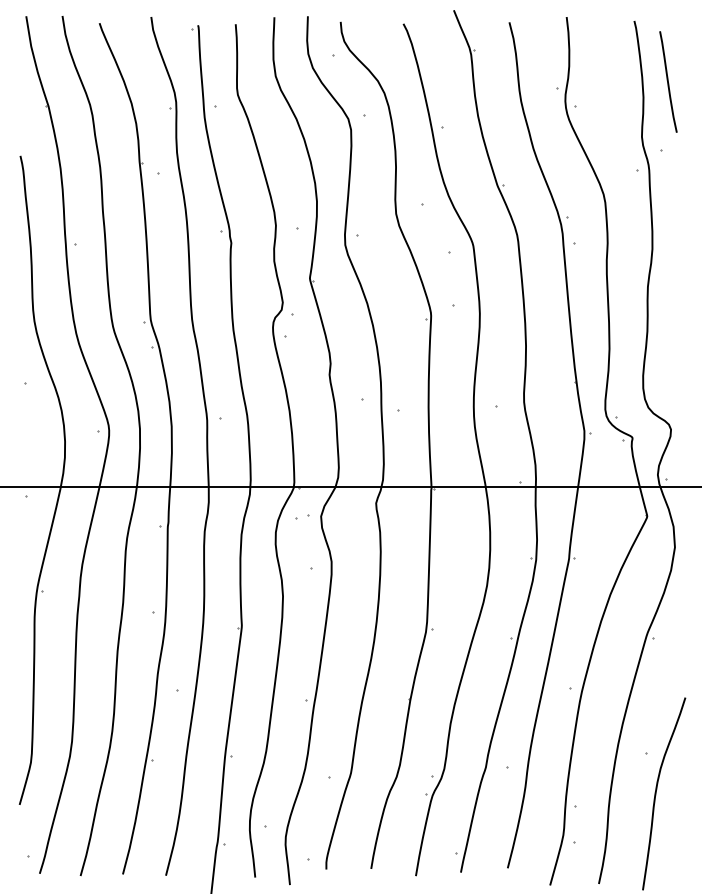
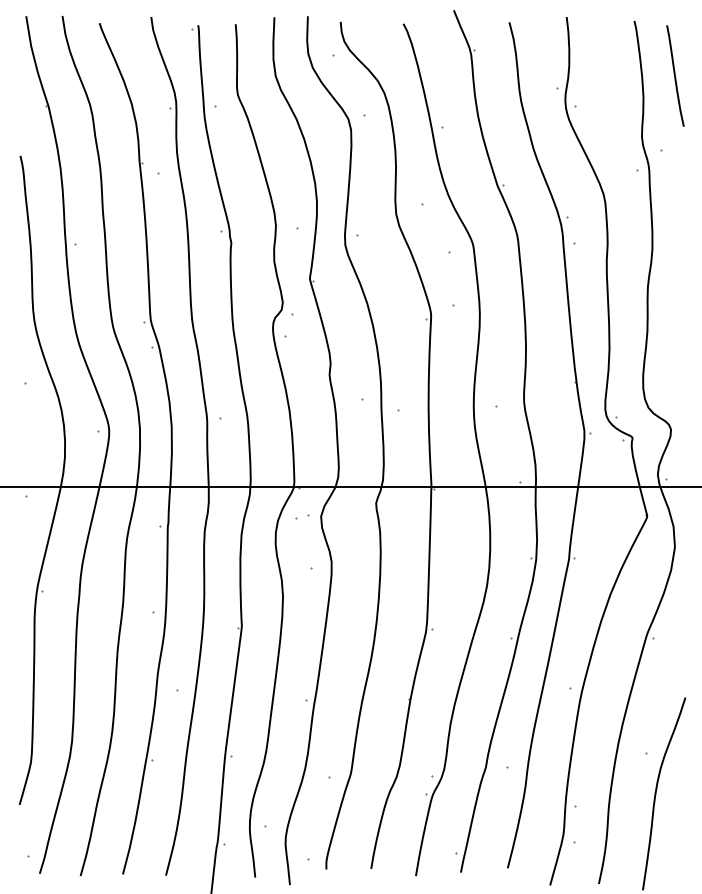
curve at (668, 81) position: (668, 81) -> (675, 75)
